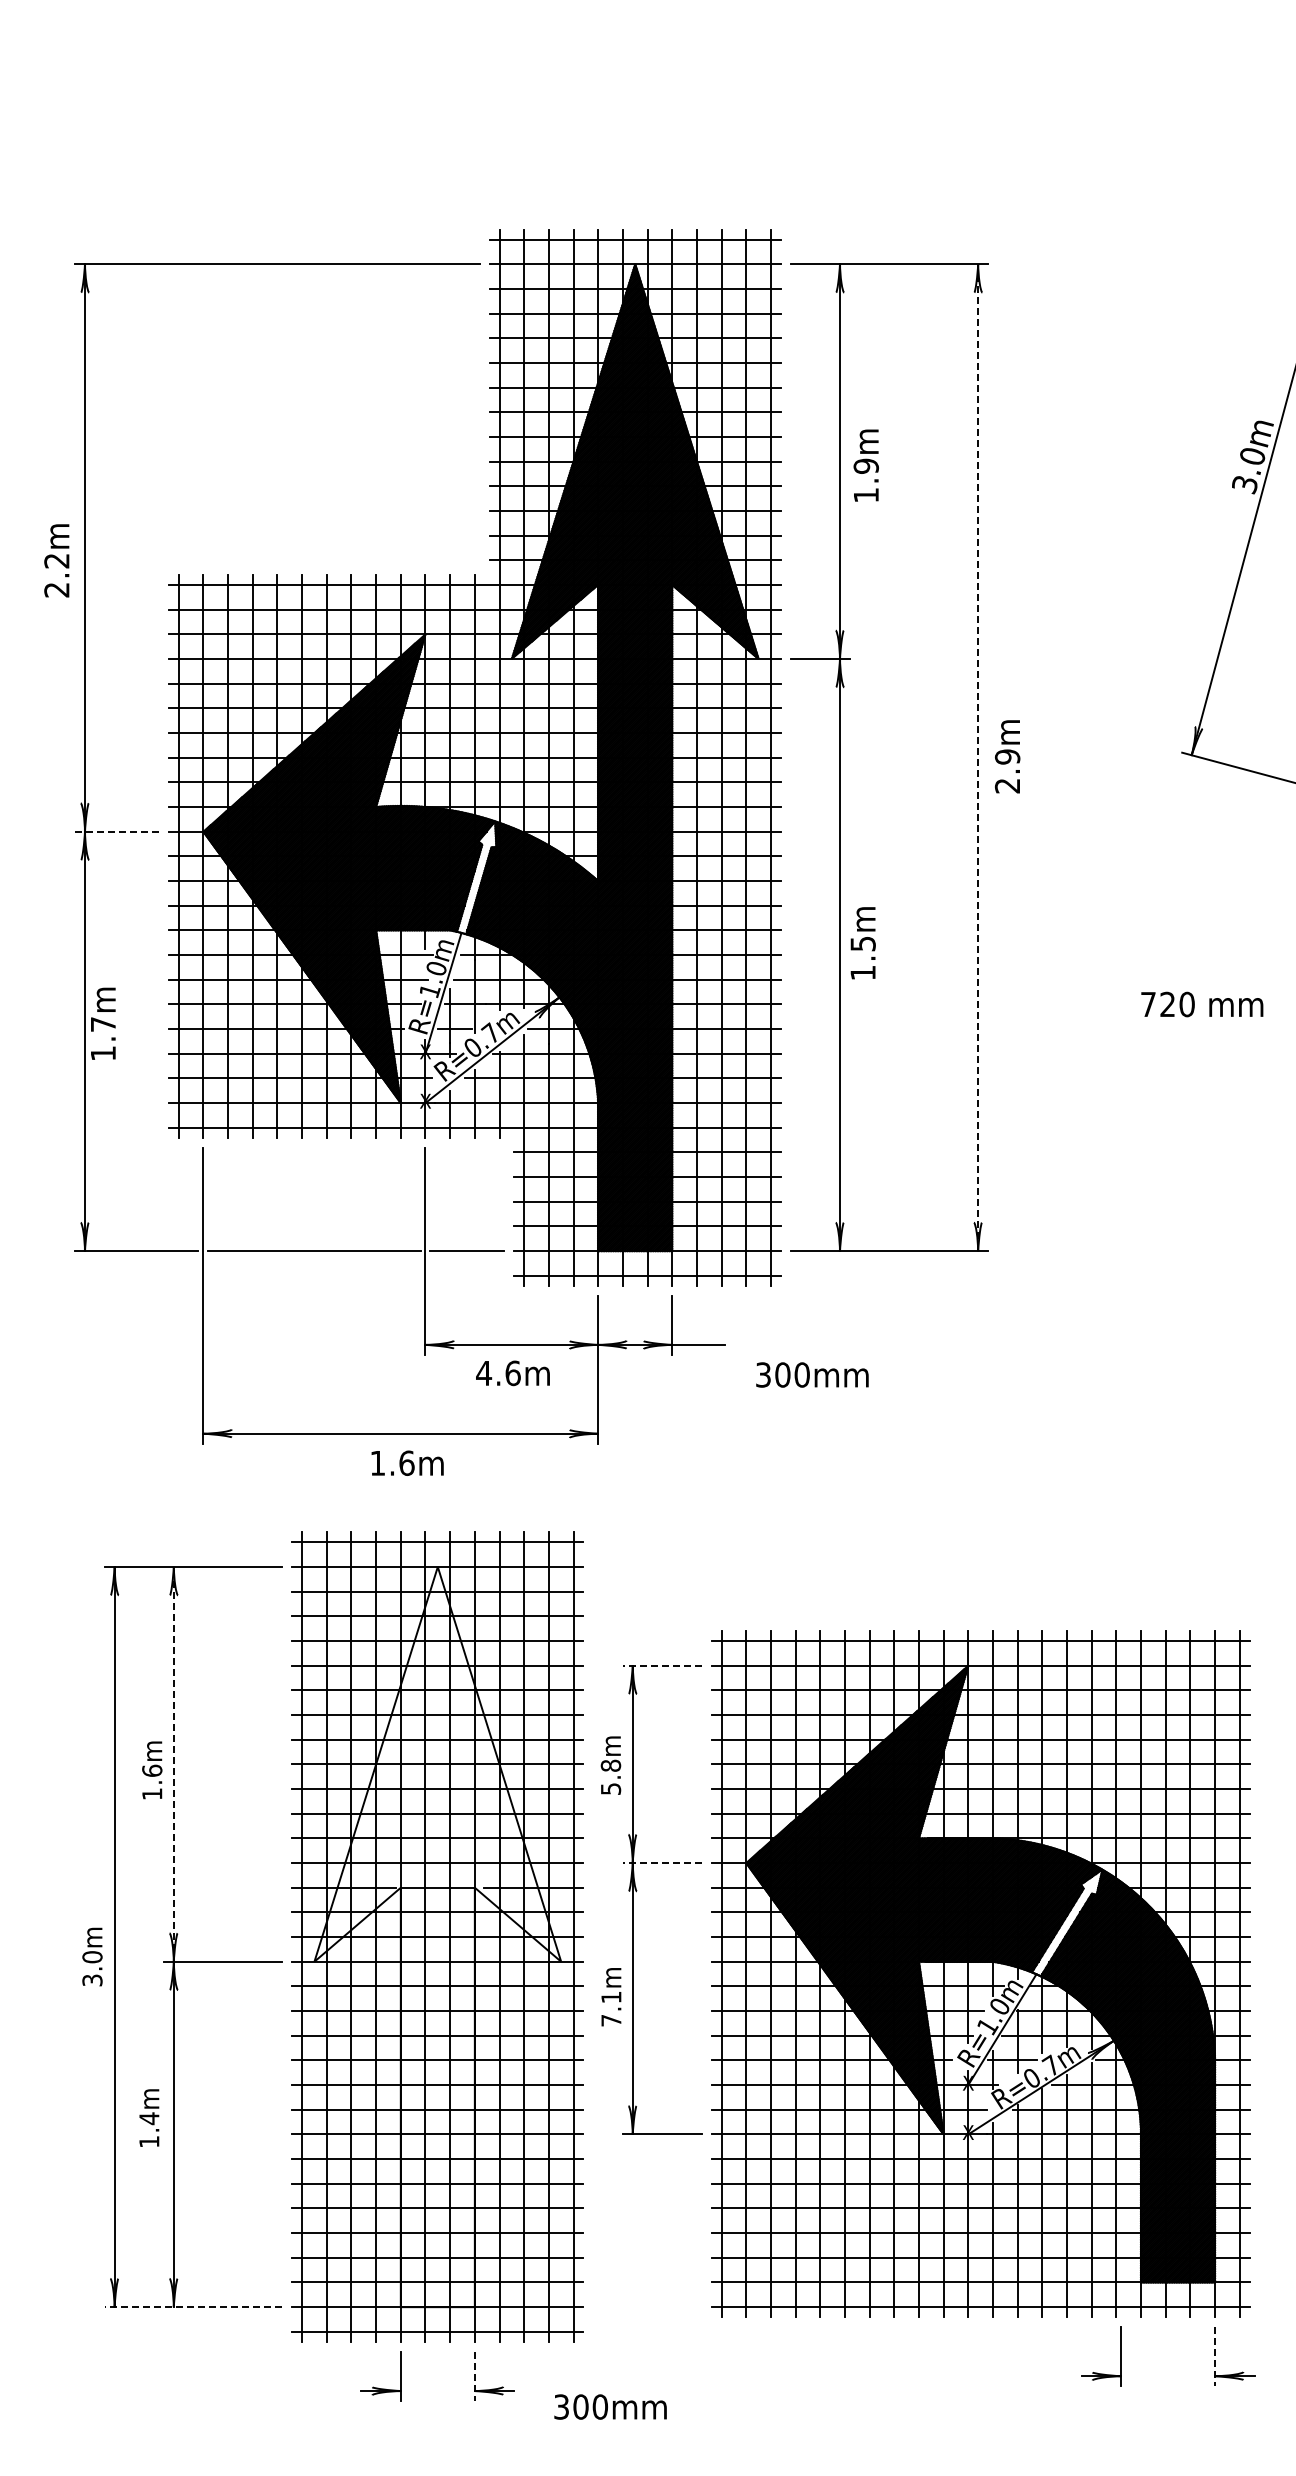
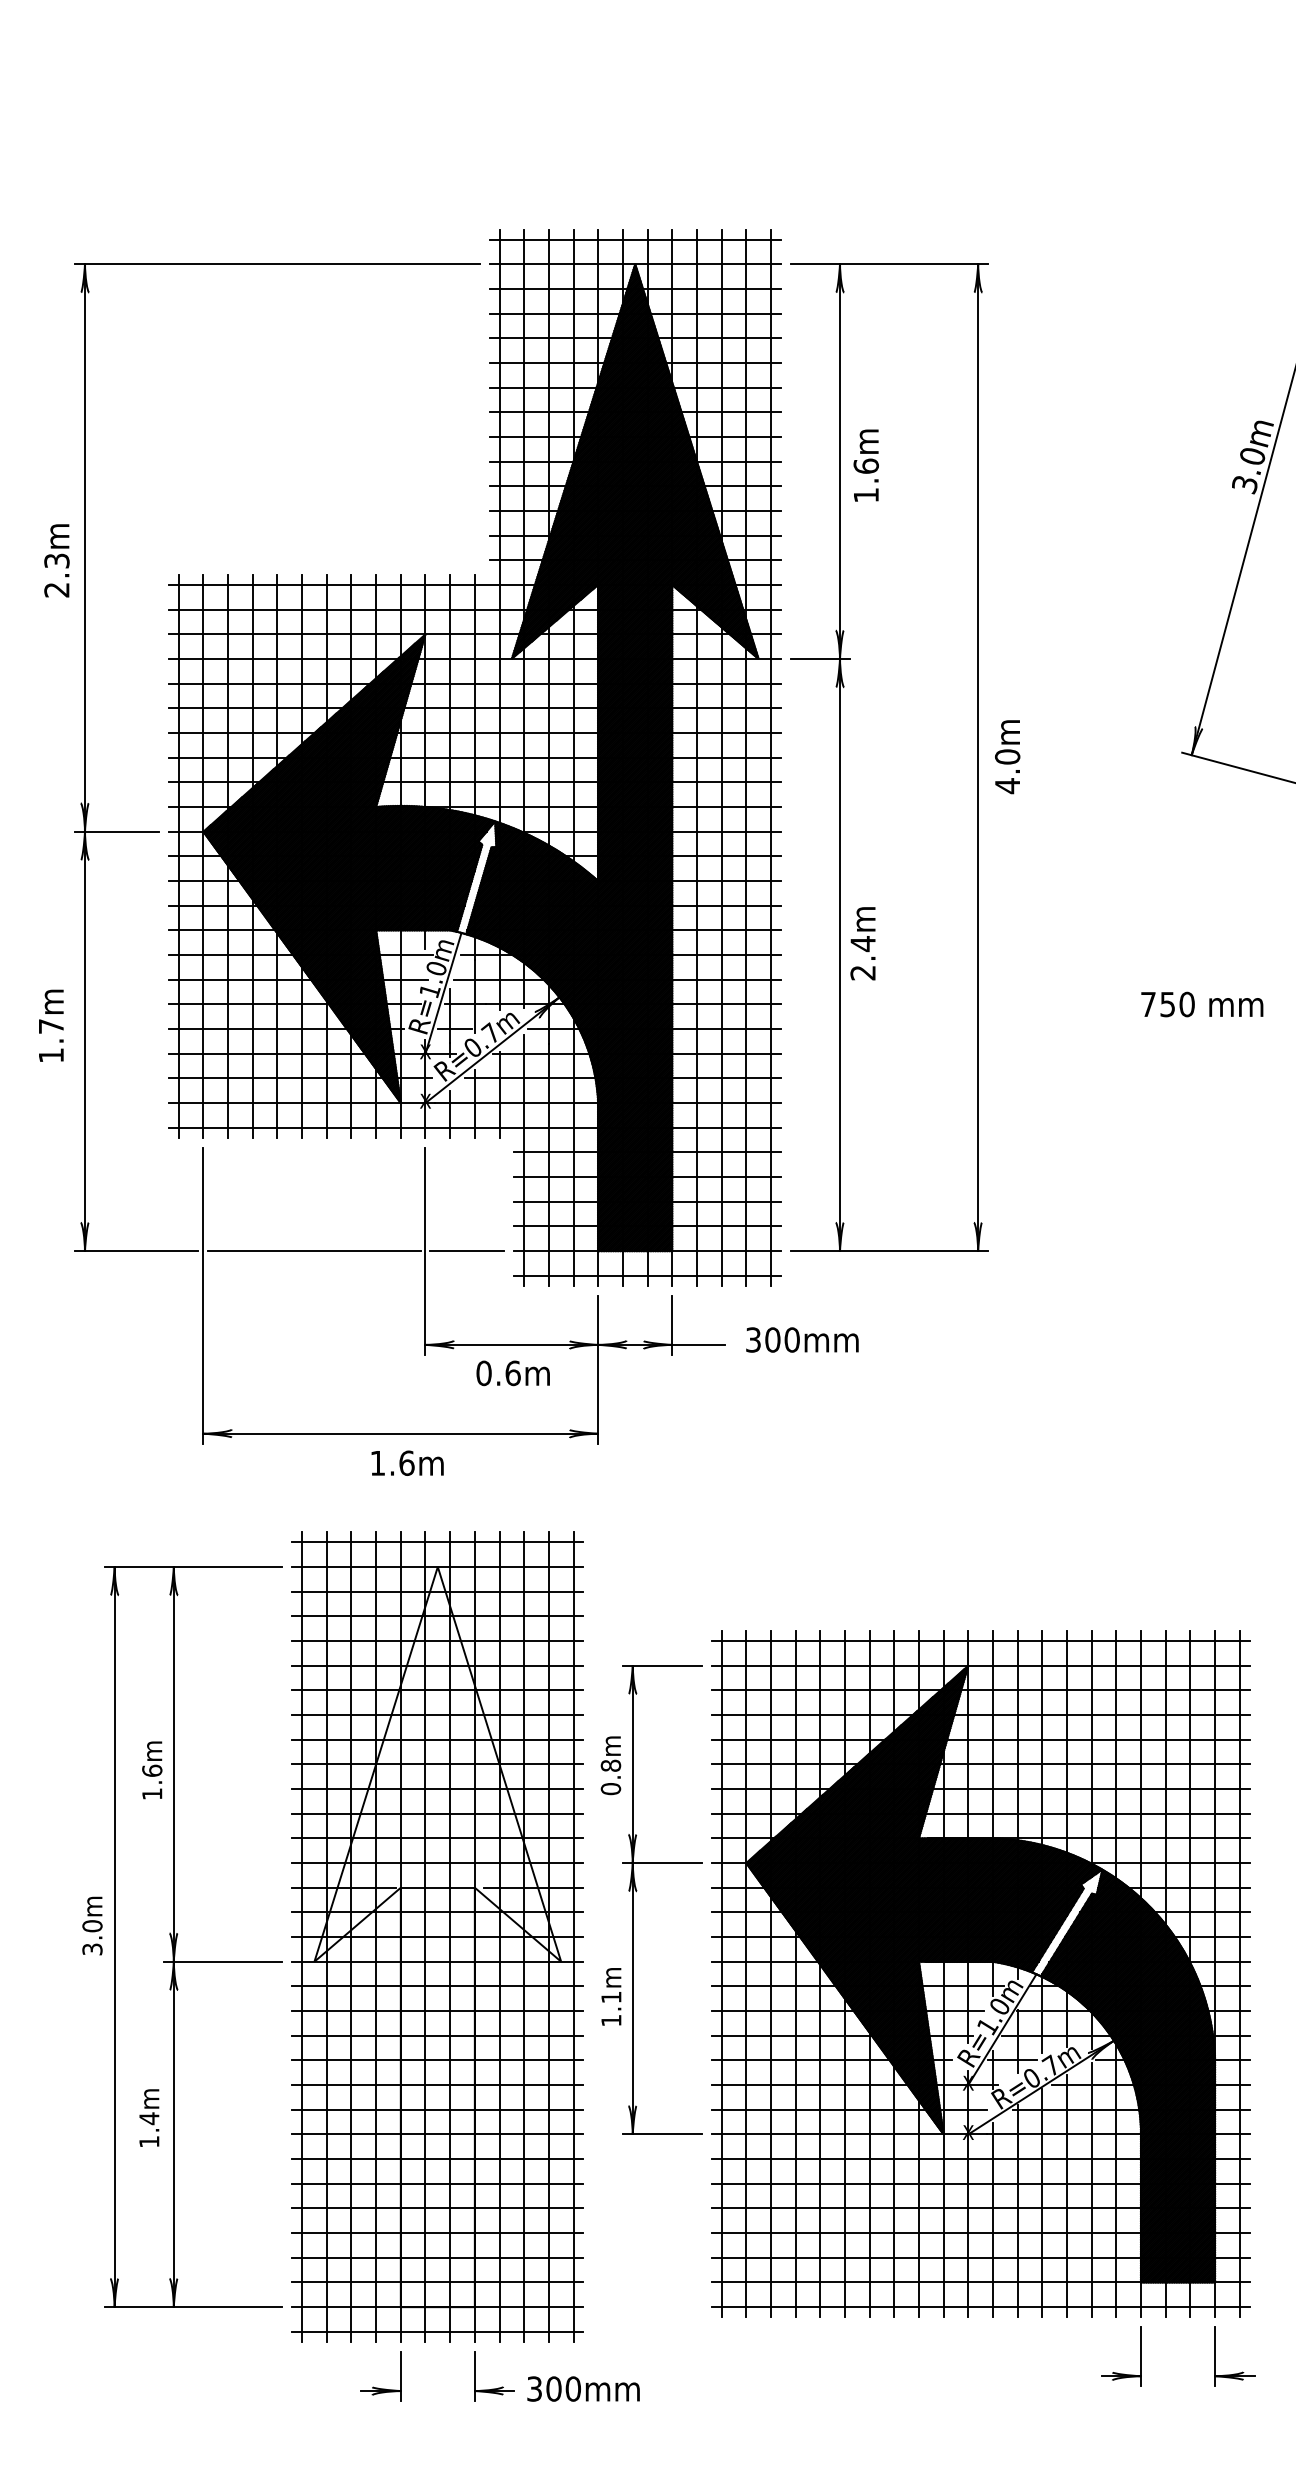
text at (865, 465): 1.9m -> 1.6m
text at (56, 560): 2.2m -> 2.3m
line at (978, 758): dashed -> solid
text at (1007, 771): 2.9m -> 4.0m
line at (117, 831): dashed -> solid
text at (862, 958): 1.5m -> 2.4m
text at (1167, 1004): 720 -> 750
text at (103, 1023) position: (103, 1023) -> (51, 1025)
text at (484, 1373): 4.6m -> 0.6m
text at (812, 1374) position: (812, 1374) -> (802, 1339)
line at (661, 1665): dashed -> solid
line at (173, 1763): dashed -> solid
text at (610, 1789): 5.8m -> 0.8m
line at (661, 1863): dashed -> solid
text at (92, 1956) position: (92, 1956) -> (92, 1925)
text at (611, 2020): 7.1m -> 1.1m
line at (193, 2307): dashed -> solid
line at (1215, 2356): dashed -> solid
part at (1097, 2372) position: (1097, 2372) -> (1117, 2372)
line at (474, 2376): dashed -> solid
text at (610, 2406) position: (610, 2406) -> (583, 2388)
